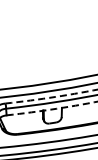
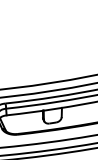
arc at (52, 97): dashed -> solid
arc at (52, 109): dashed -> solid
